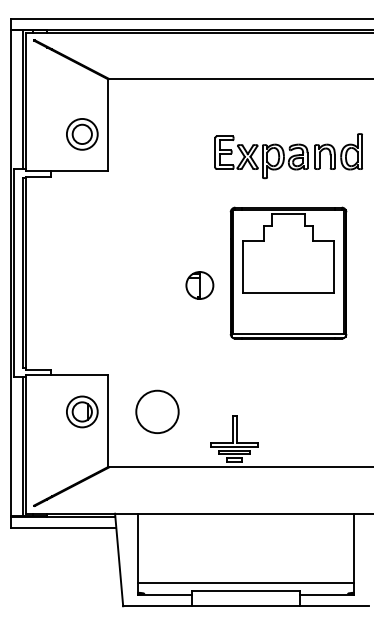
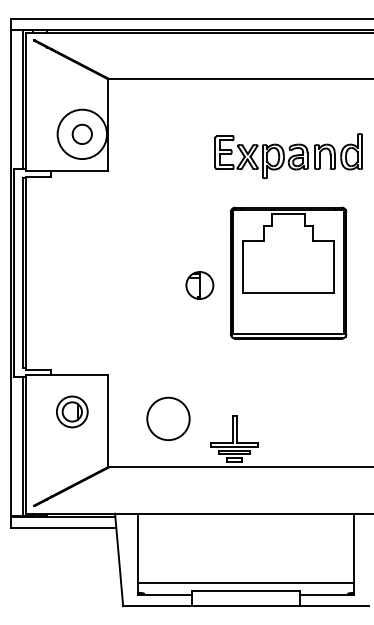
circle at (81, 133) diameter: 31 px -> 49 px
part at (82, 411) position: (82, 411) -> (72, 411)
circle at (157, 411) position: (157, 411) -> (168, 418)
